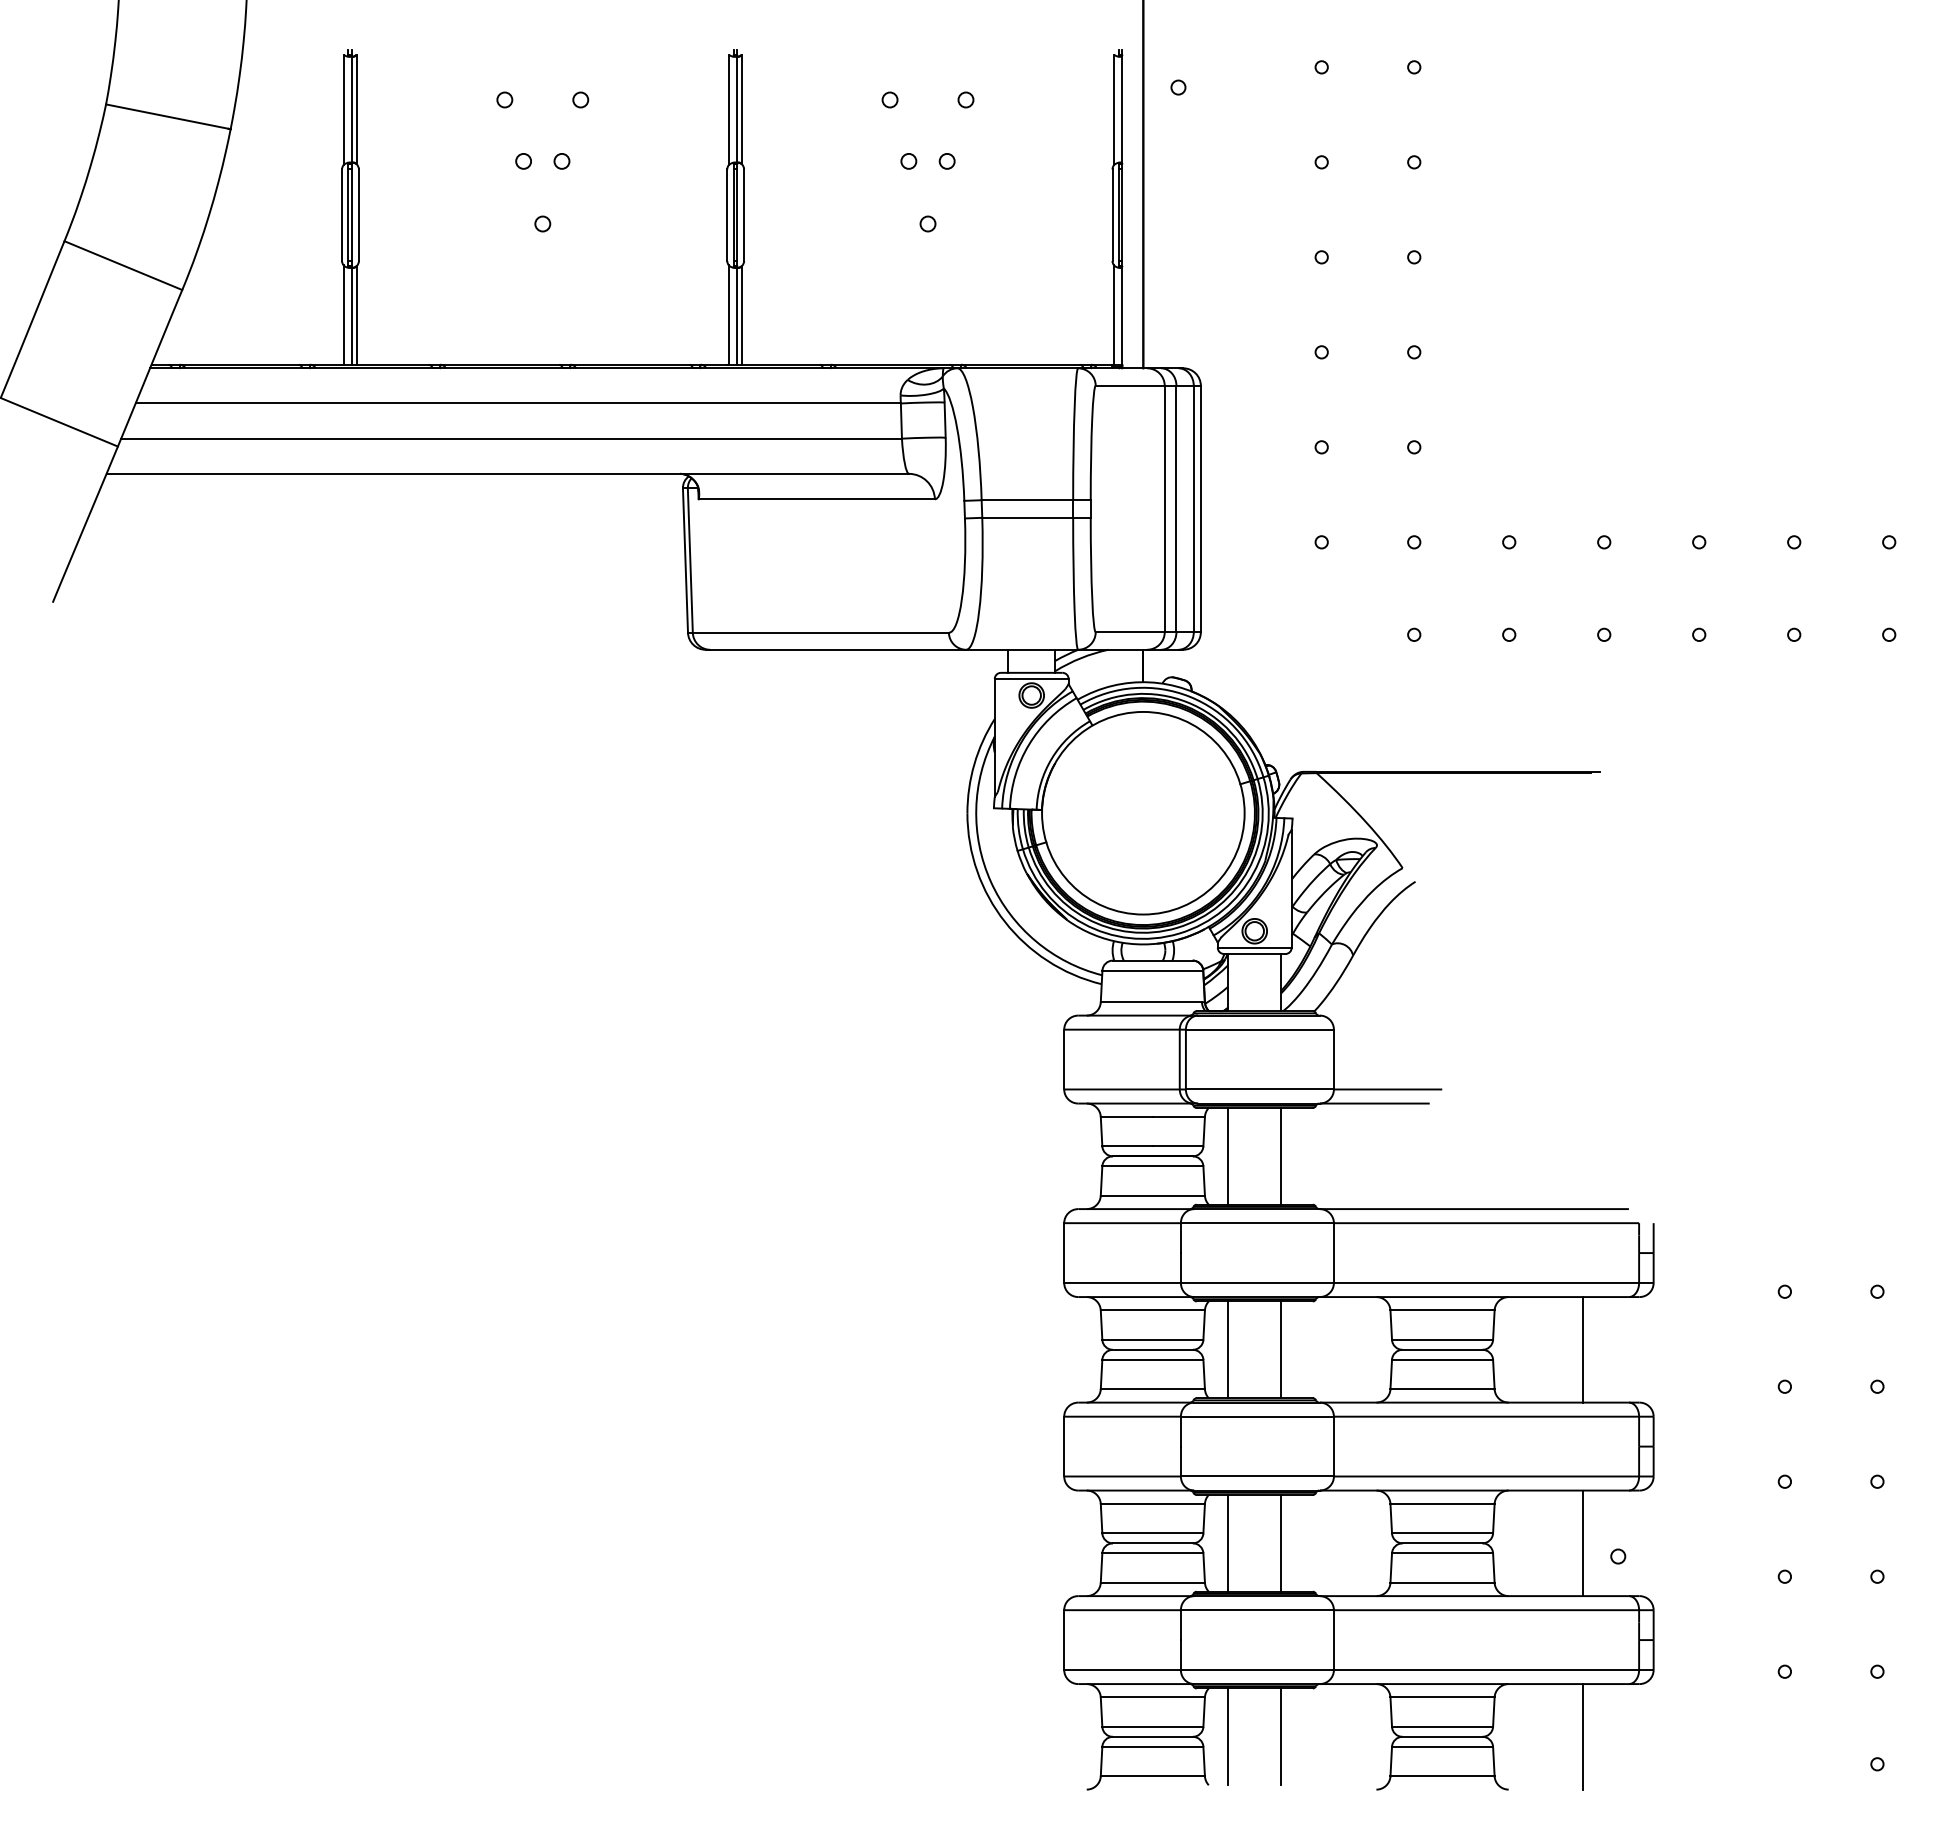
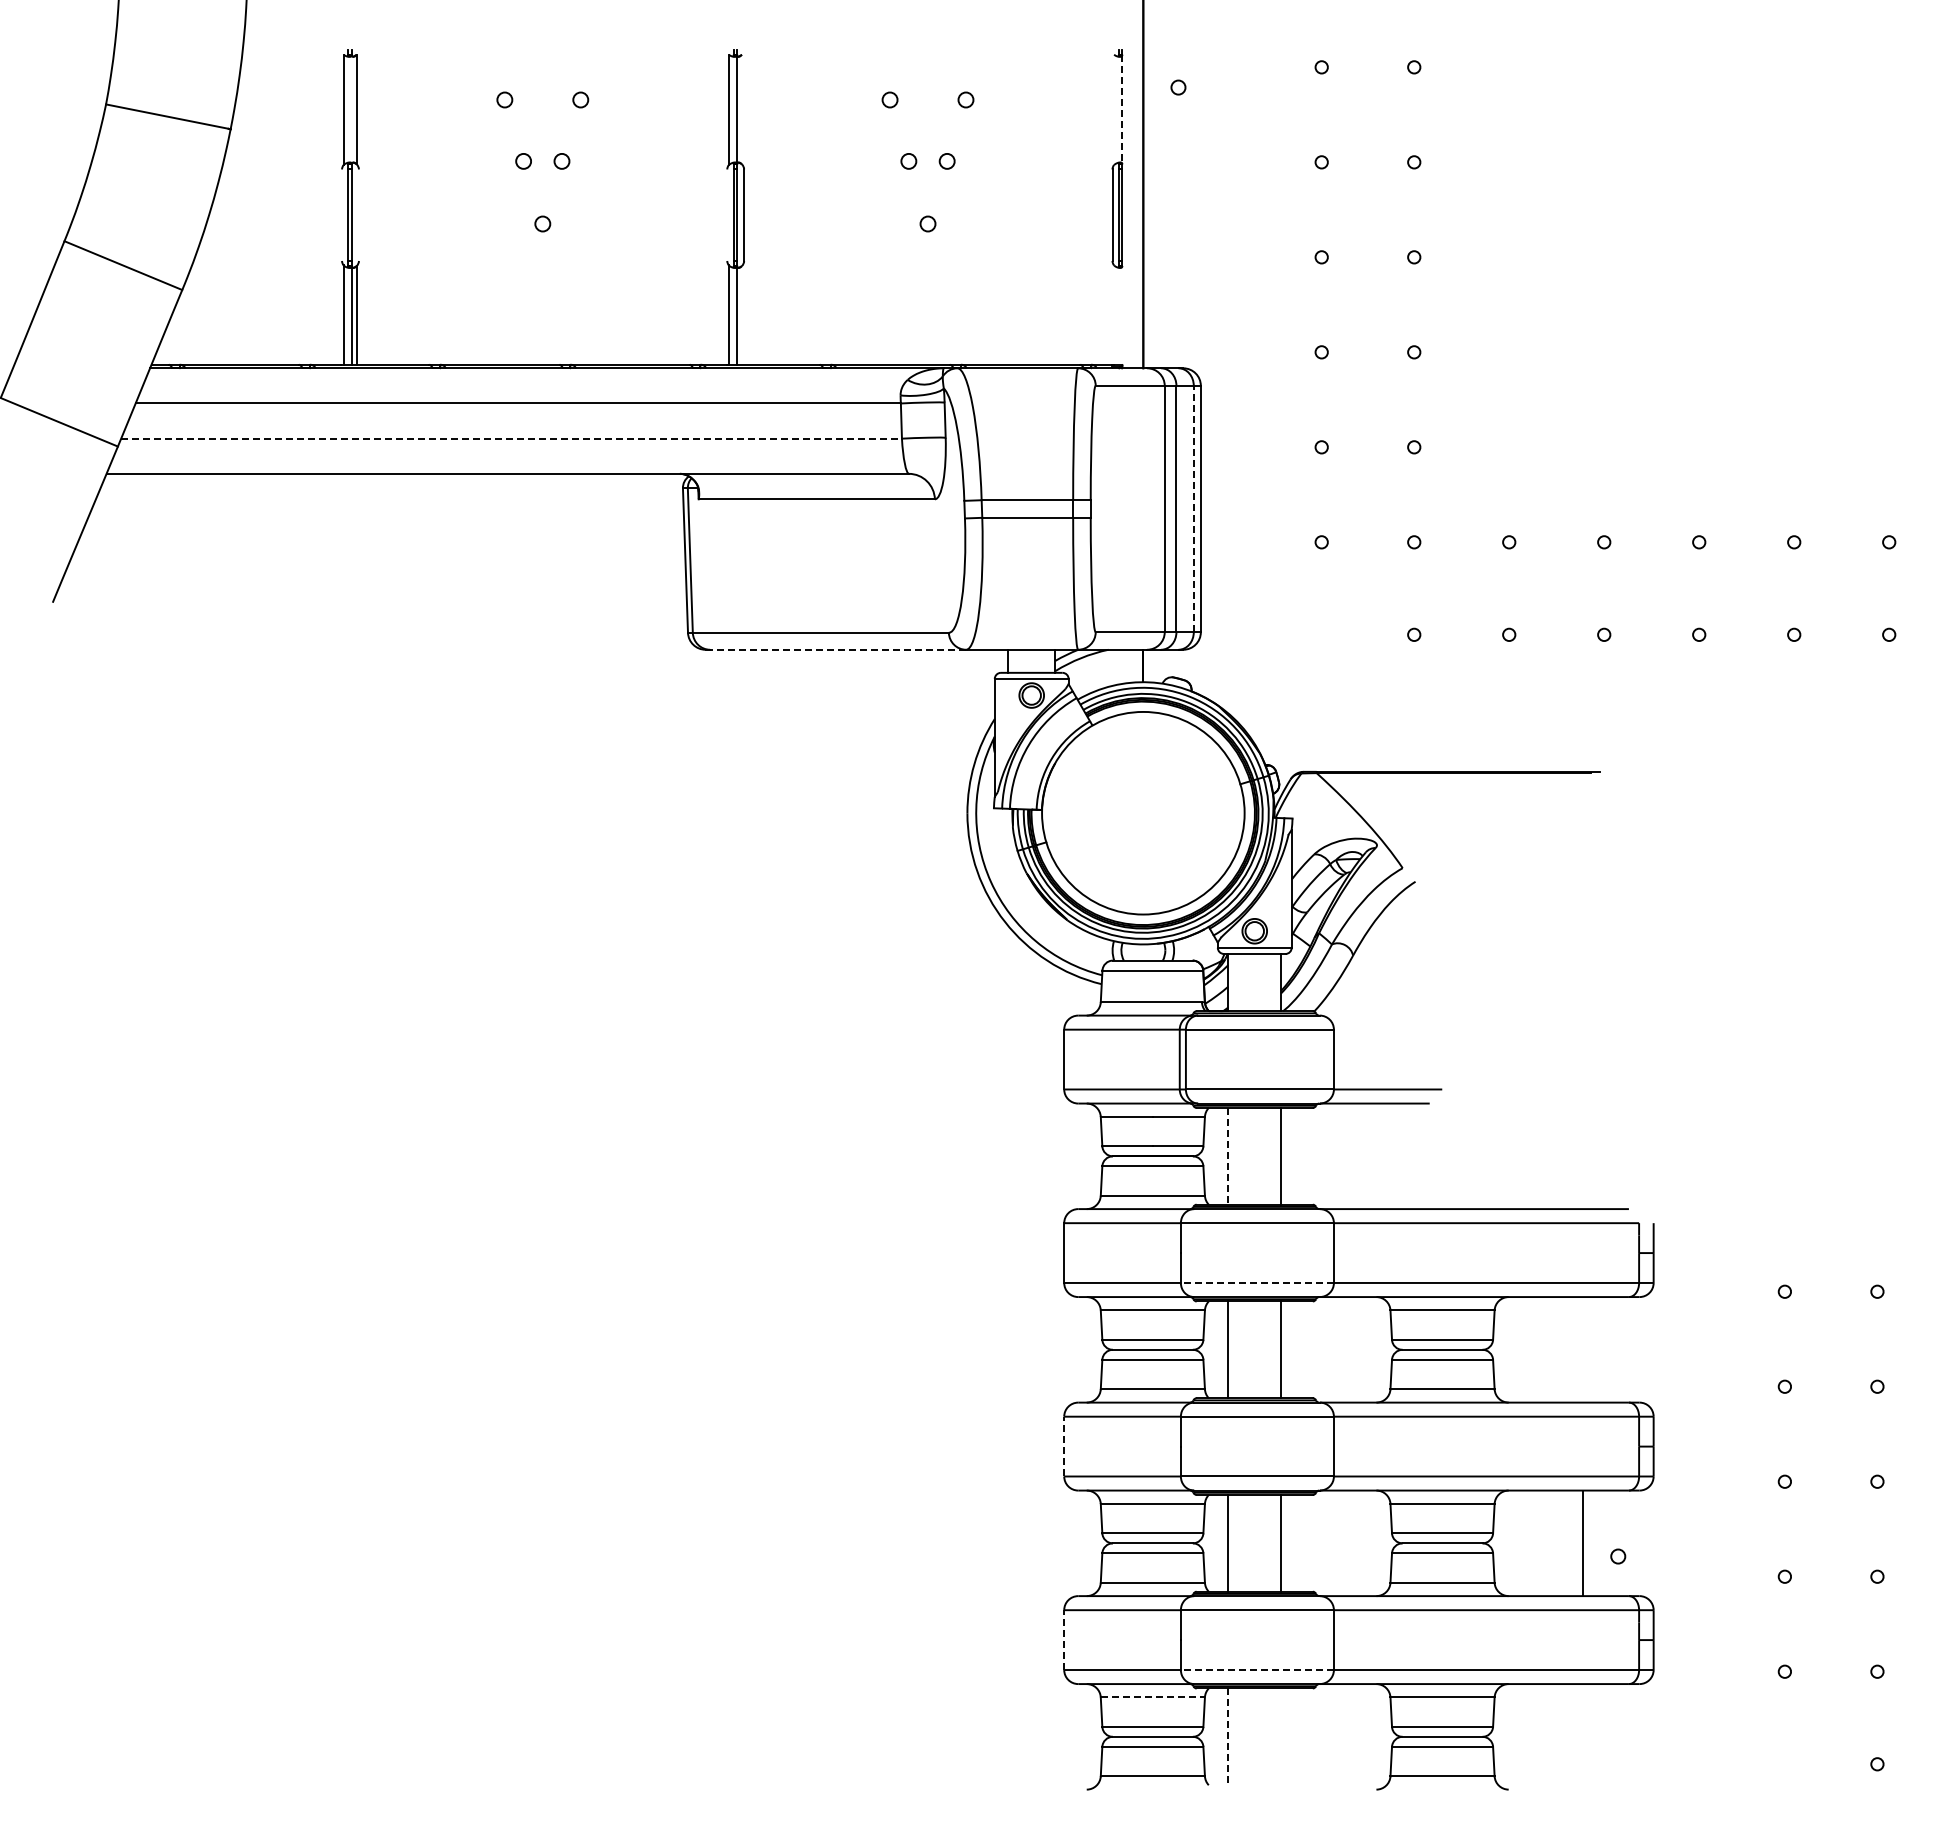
line at (351, 109): present -> none
line at (741, 109): present -> none
line at (1114, 109): present -> none
line at (1122, 109): solid -> dashed
line at (342, 214): present -> none
line at (358, 214): present -> none
line at (727, 214): present -> none
line at (1114, 314): present -> none
line at (741, 315): present -> none
line at (1122, 315): present -> none
line at (512, 438): solid -> dashed
line at (1193, 508): solid -> dashed
line at (837, 649): solid -> dashed
line at (1228, 1156): solid -> dashed
line at (1257, 1282): solid -> dashed
line at (1583, 1349): present -> none
line at (1064, 1446): solid -> dashed
line at (1064, 1640): solid -> dashed
line at (1257, 1670): solid -> dashed
line at (1153, 1697): solid -> dashed
line at (1281, 1736): present -> none
line at (1583, 1736): present -> none
line at (1228, 1737): solid -> dashed
